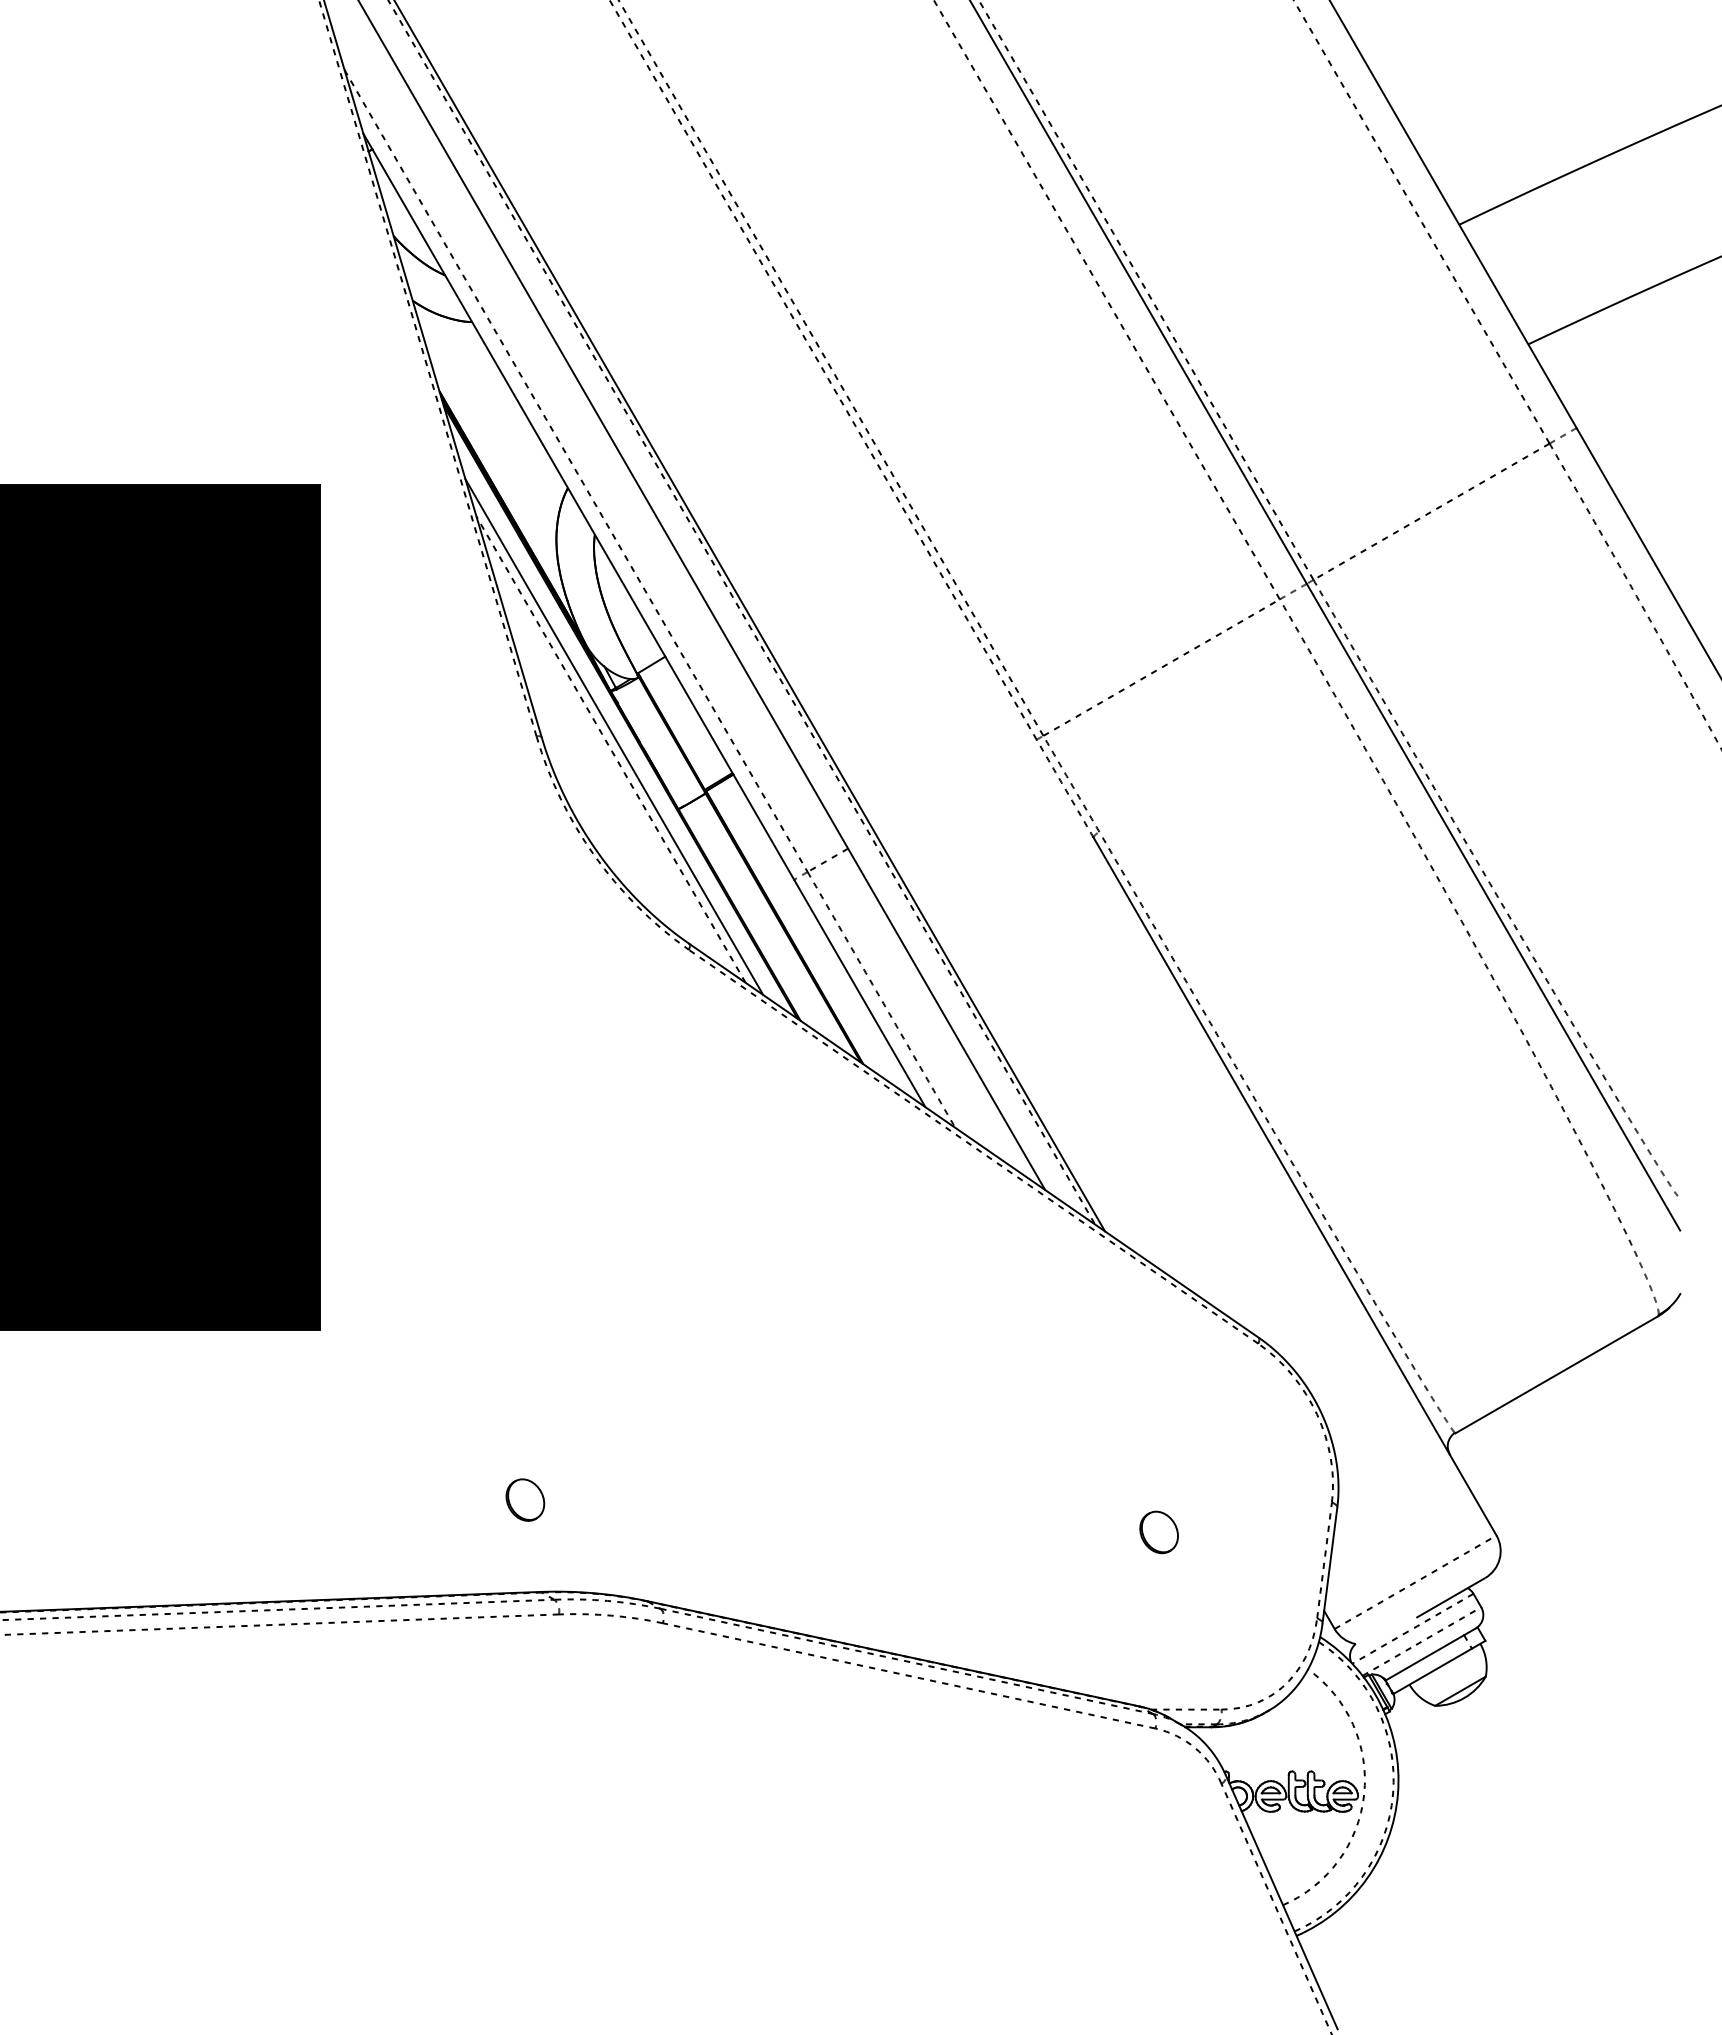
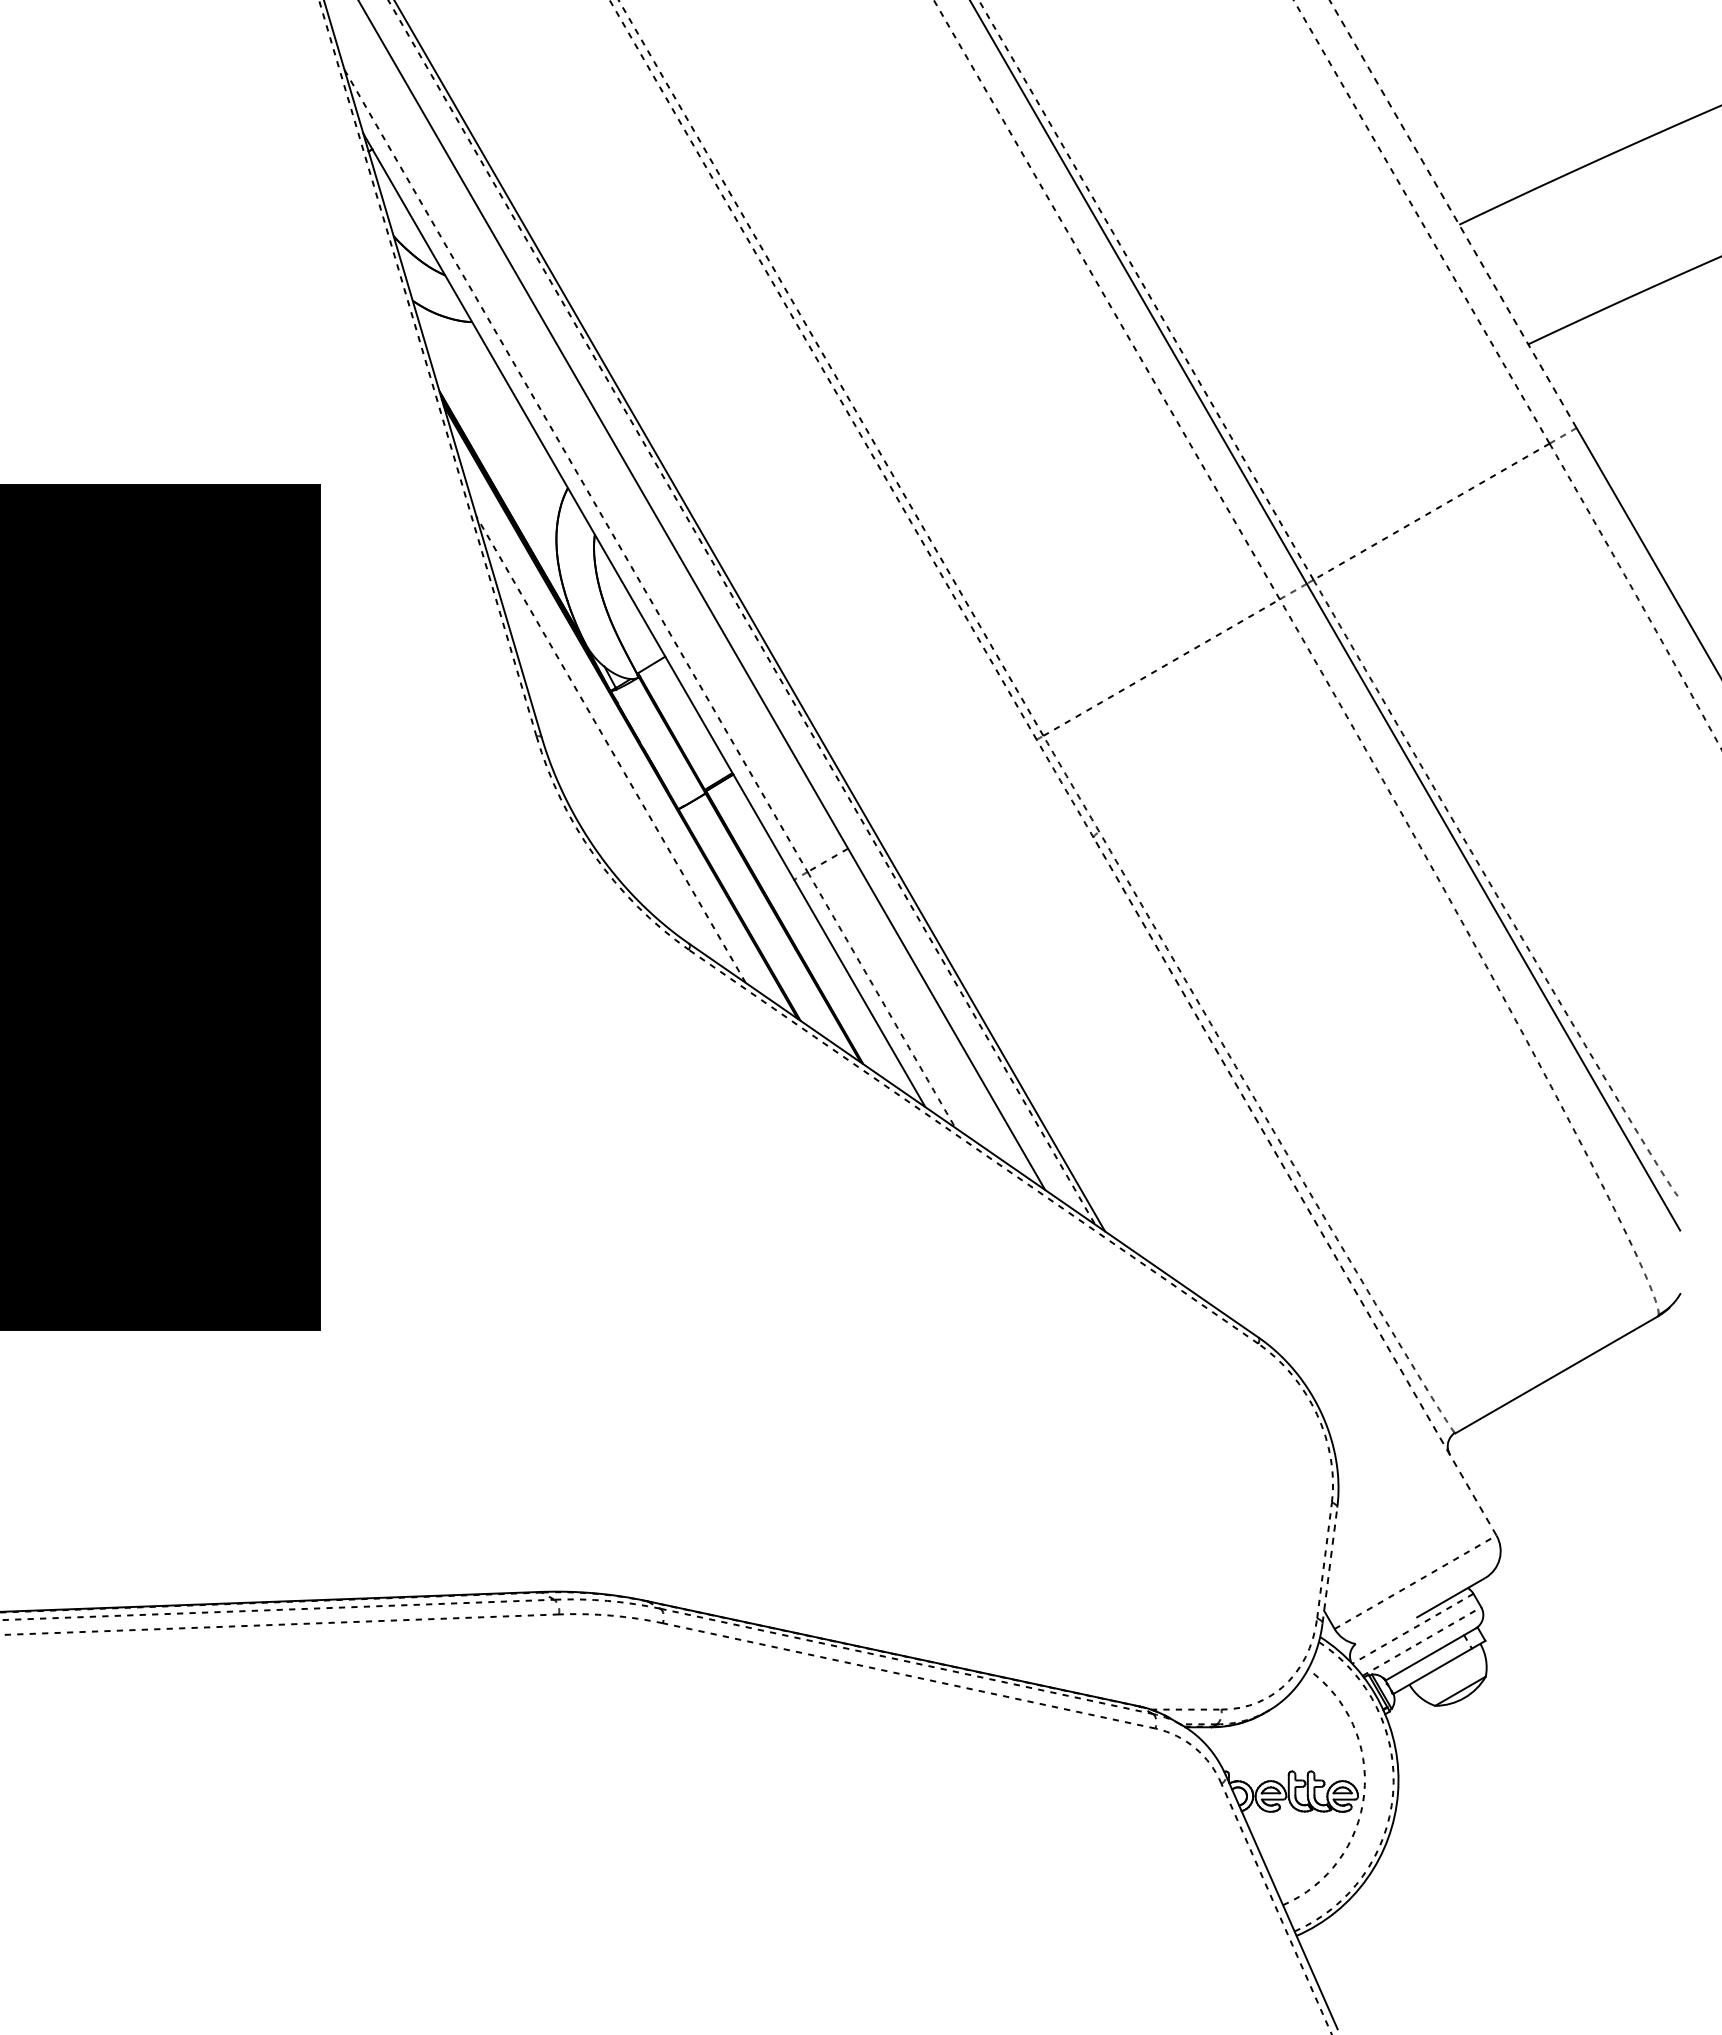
line at (1453, 214): solid -> dashed
line at (614, 736): present -> none
line at (1295, 1186): solid -> dashed
part at (525, 1499): present -> none
part at (1158, 1532): present -> none
line at (1329, 1565): solid -> dashed
